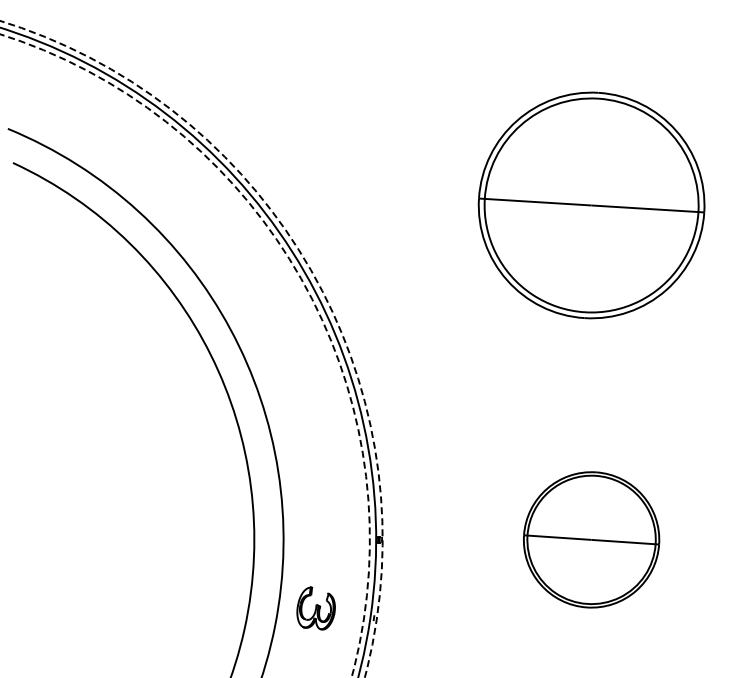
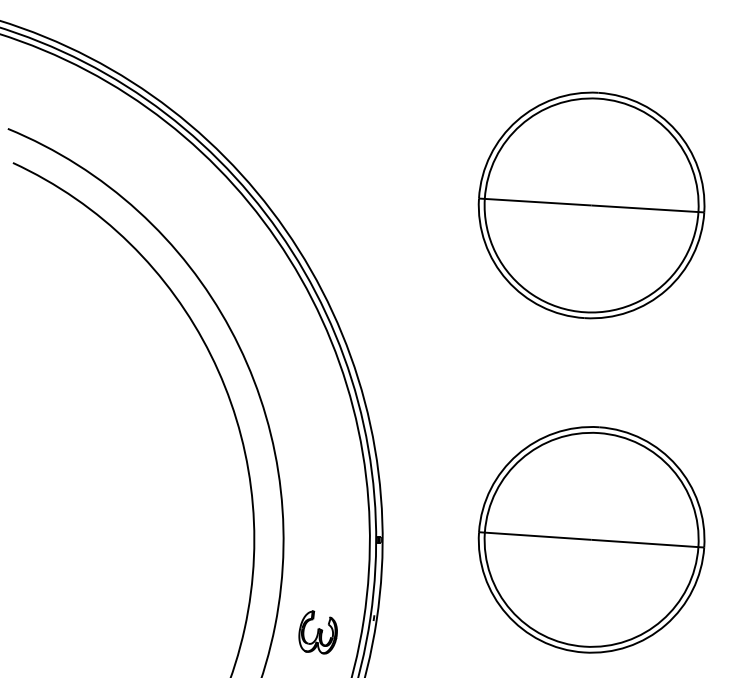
arc at (314, 276): dashed -> solid
arc at (304, 285): dashed -> solid
part at (591, 539) size: 138x138 px -> 229x228 px
part at (315, 608) position: (315, 608) -> (317, 632)
